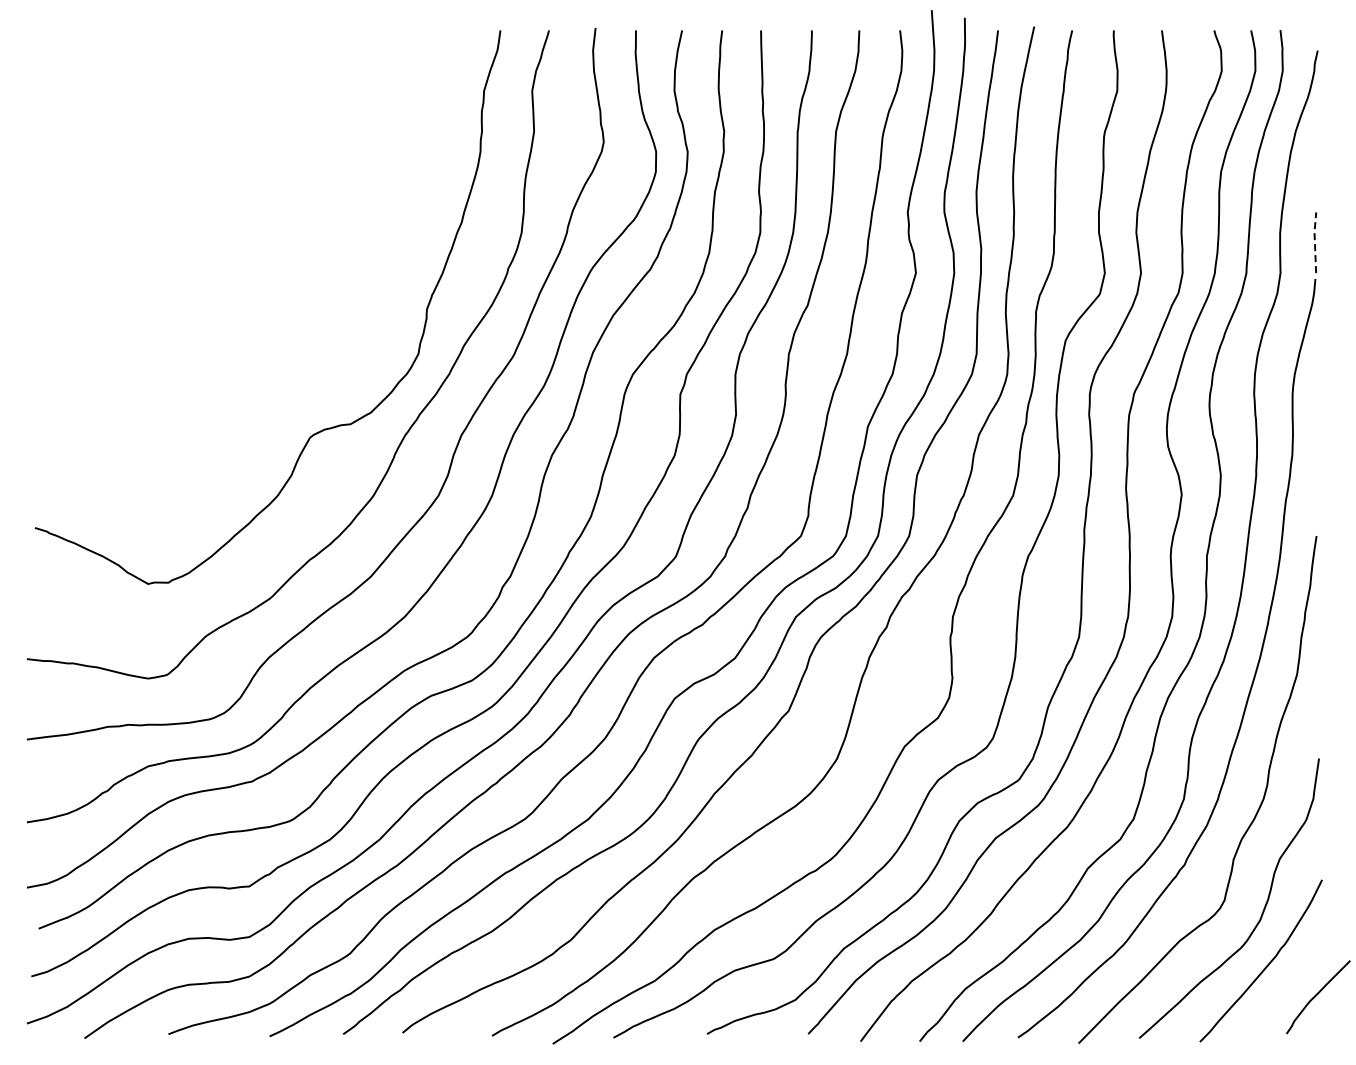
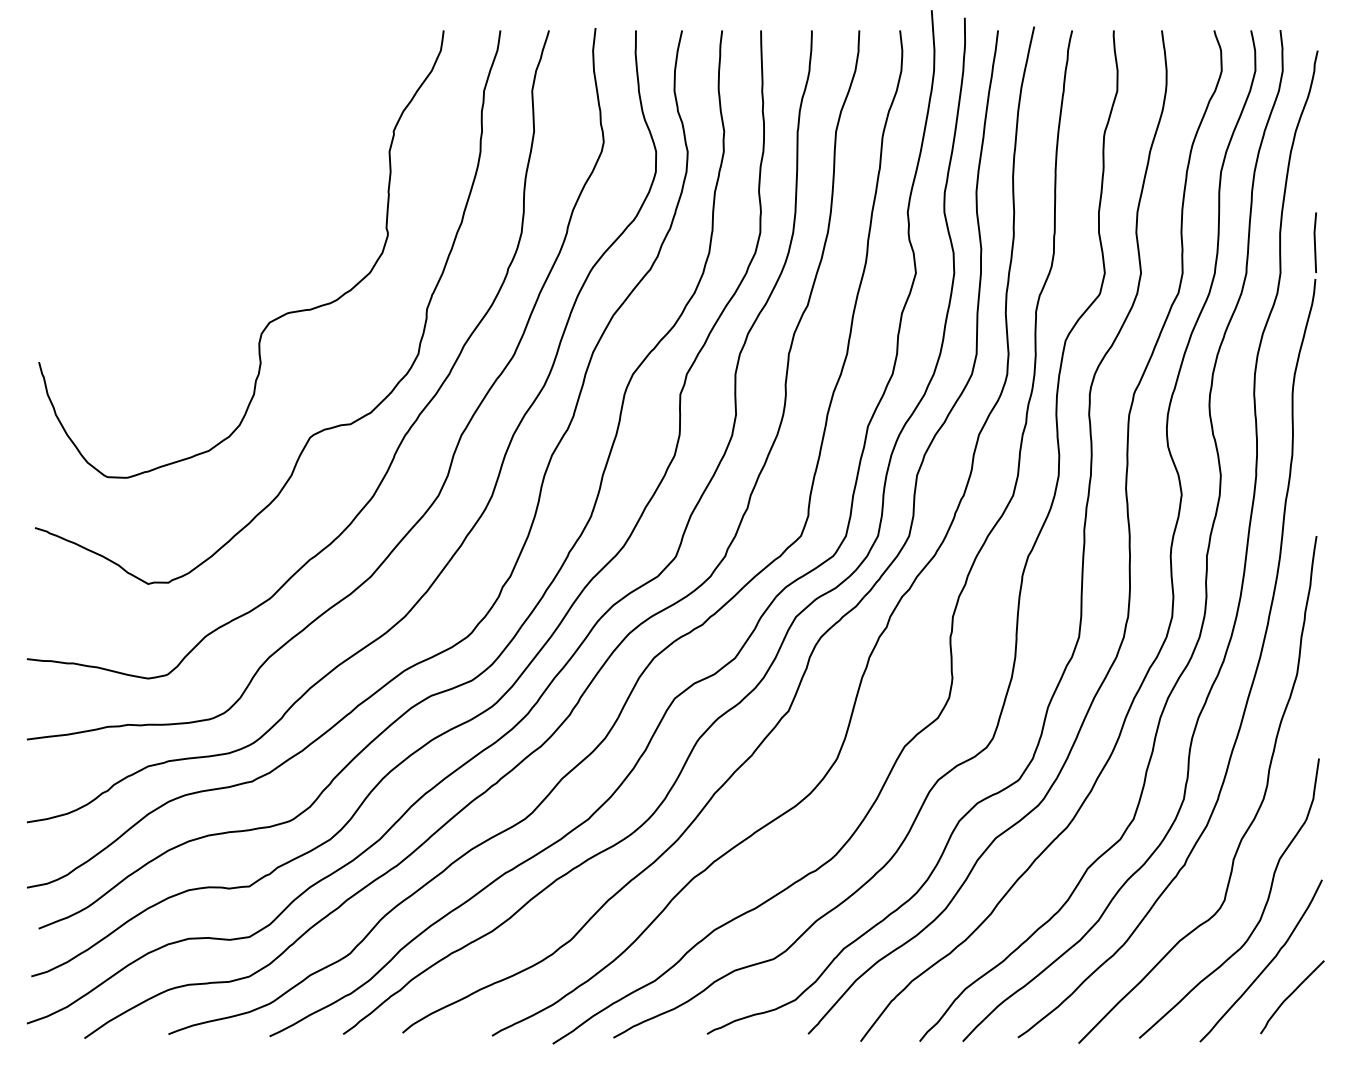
line at (1314, 241): dashed -> solid
curve at (278, 316): none -> present
curve at (1317, 995) position: (1317, 995) -> (1291, 995)
